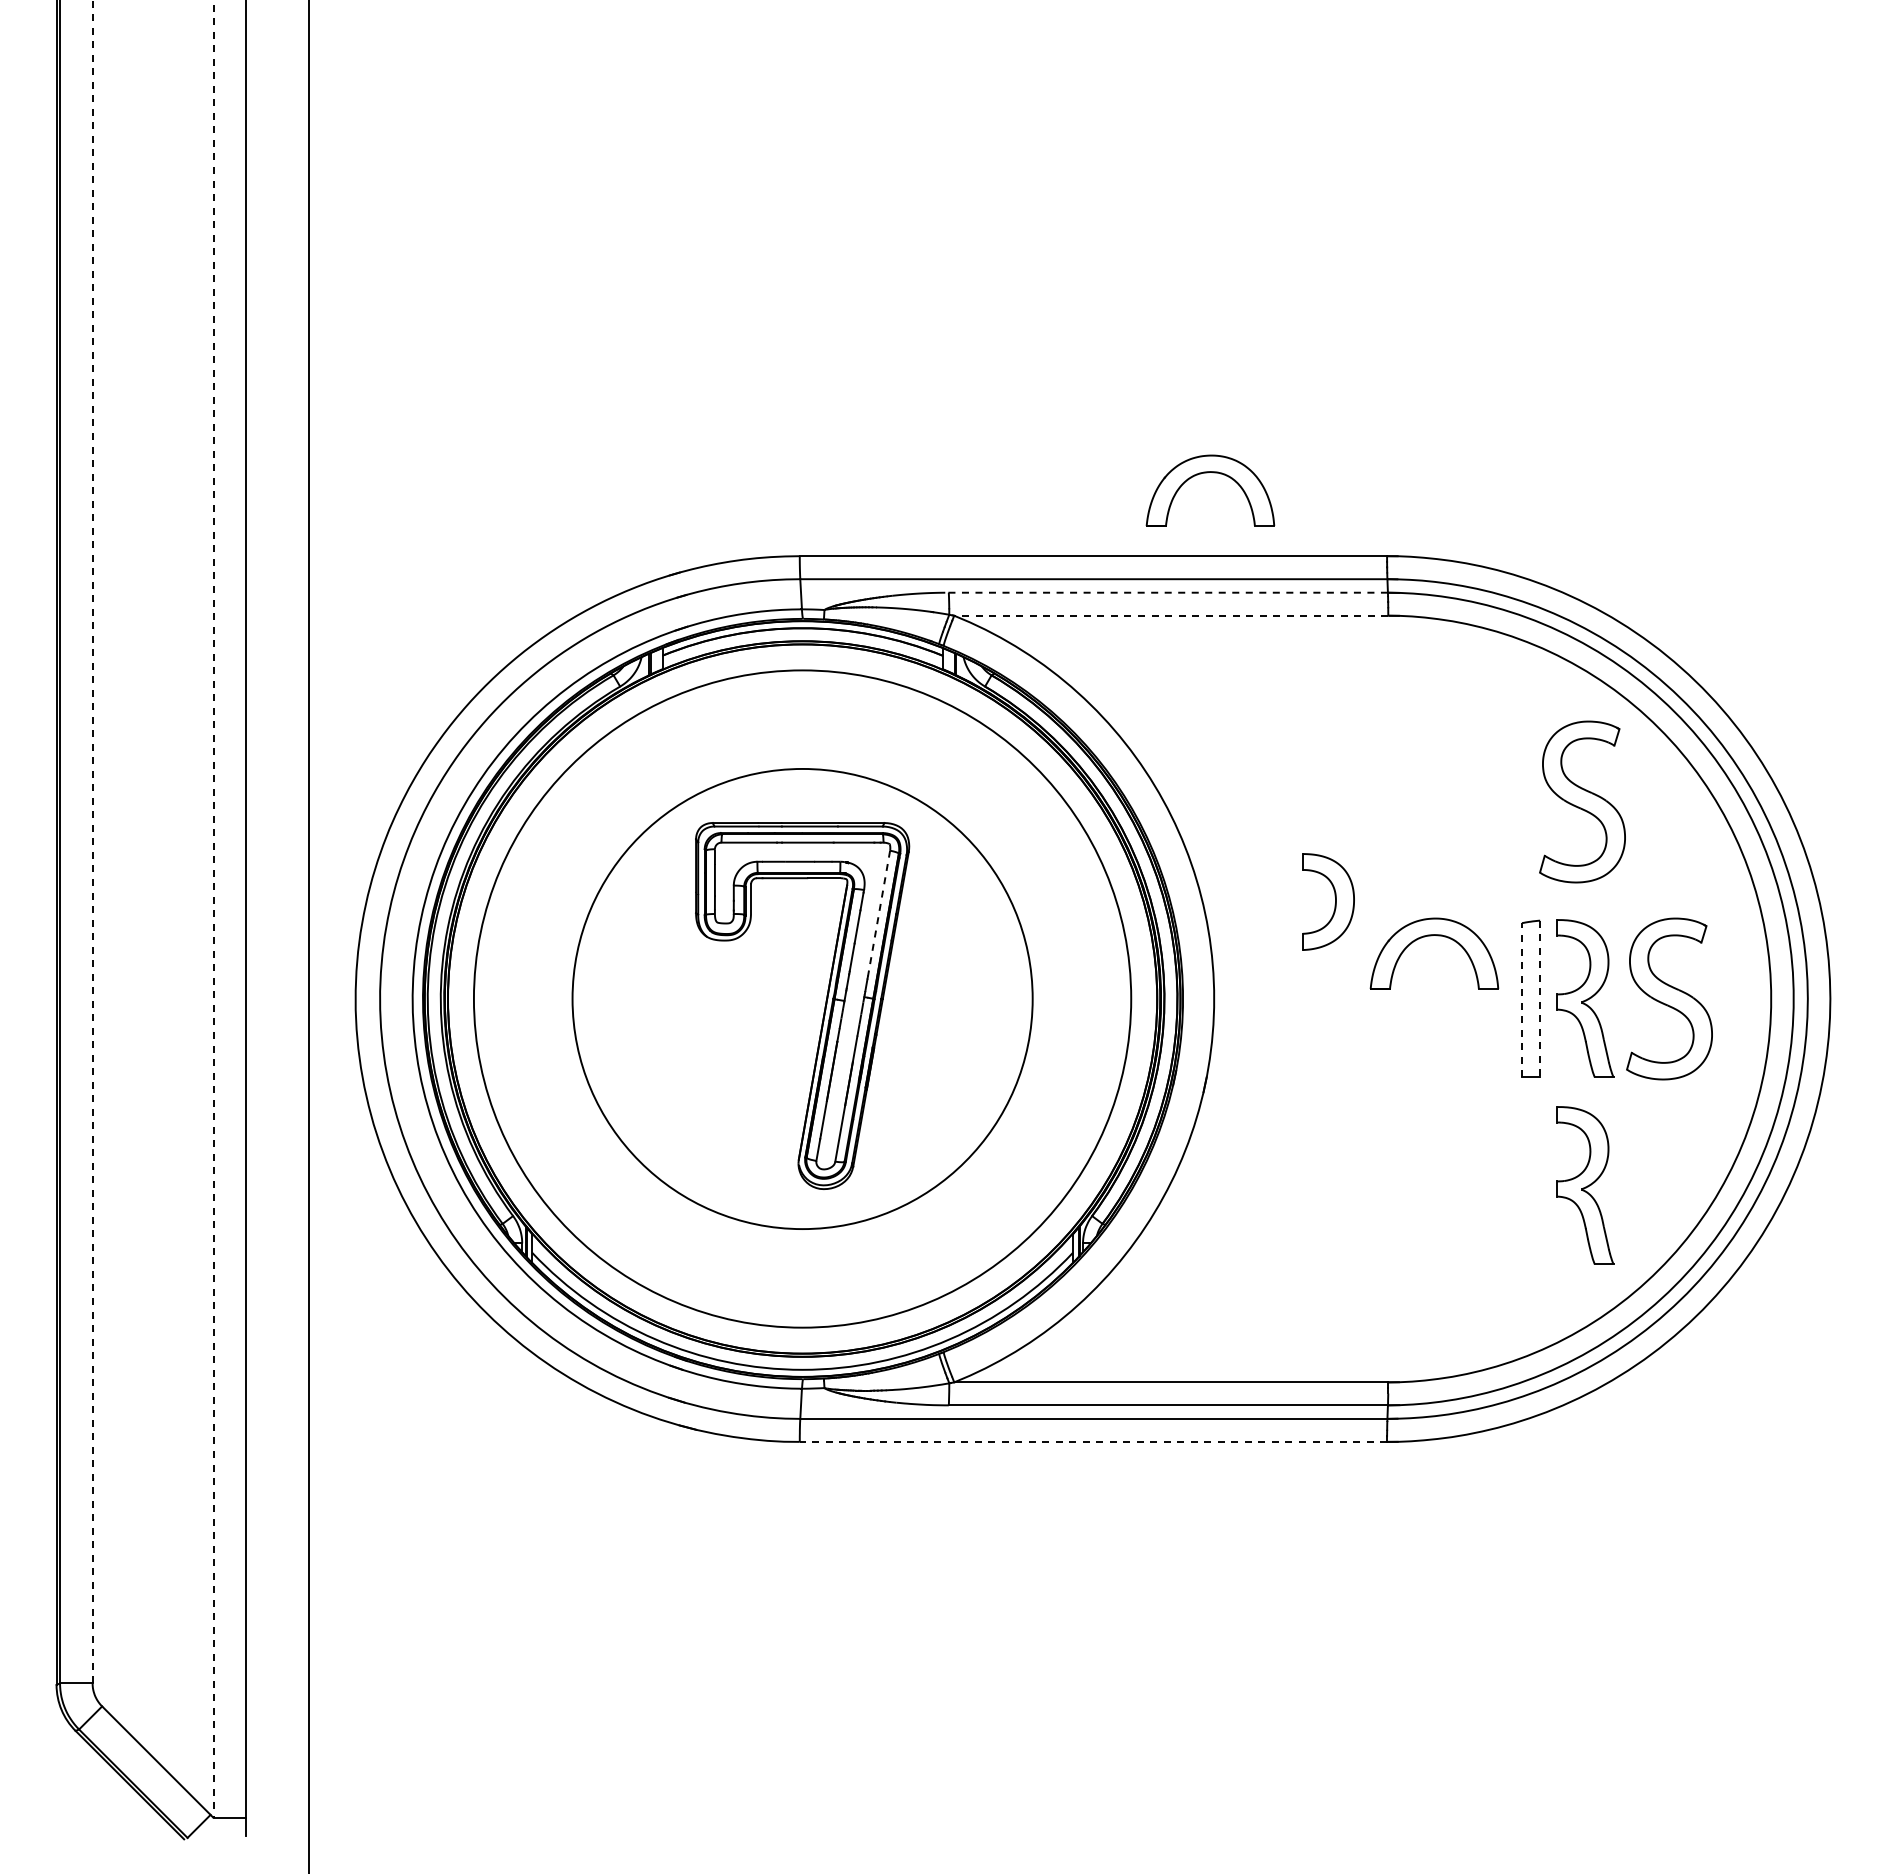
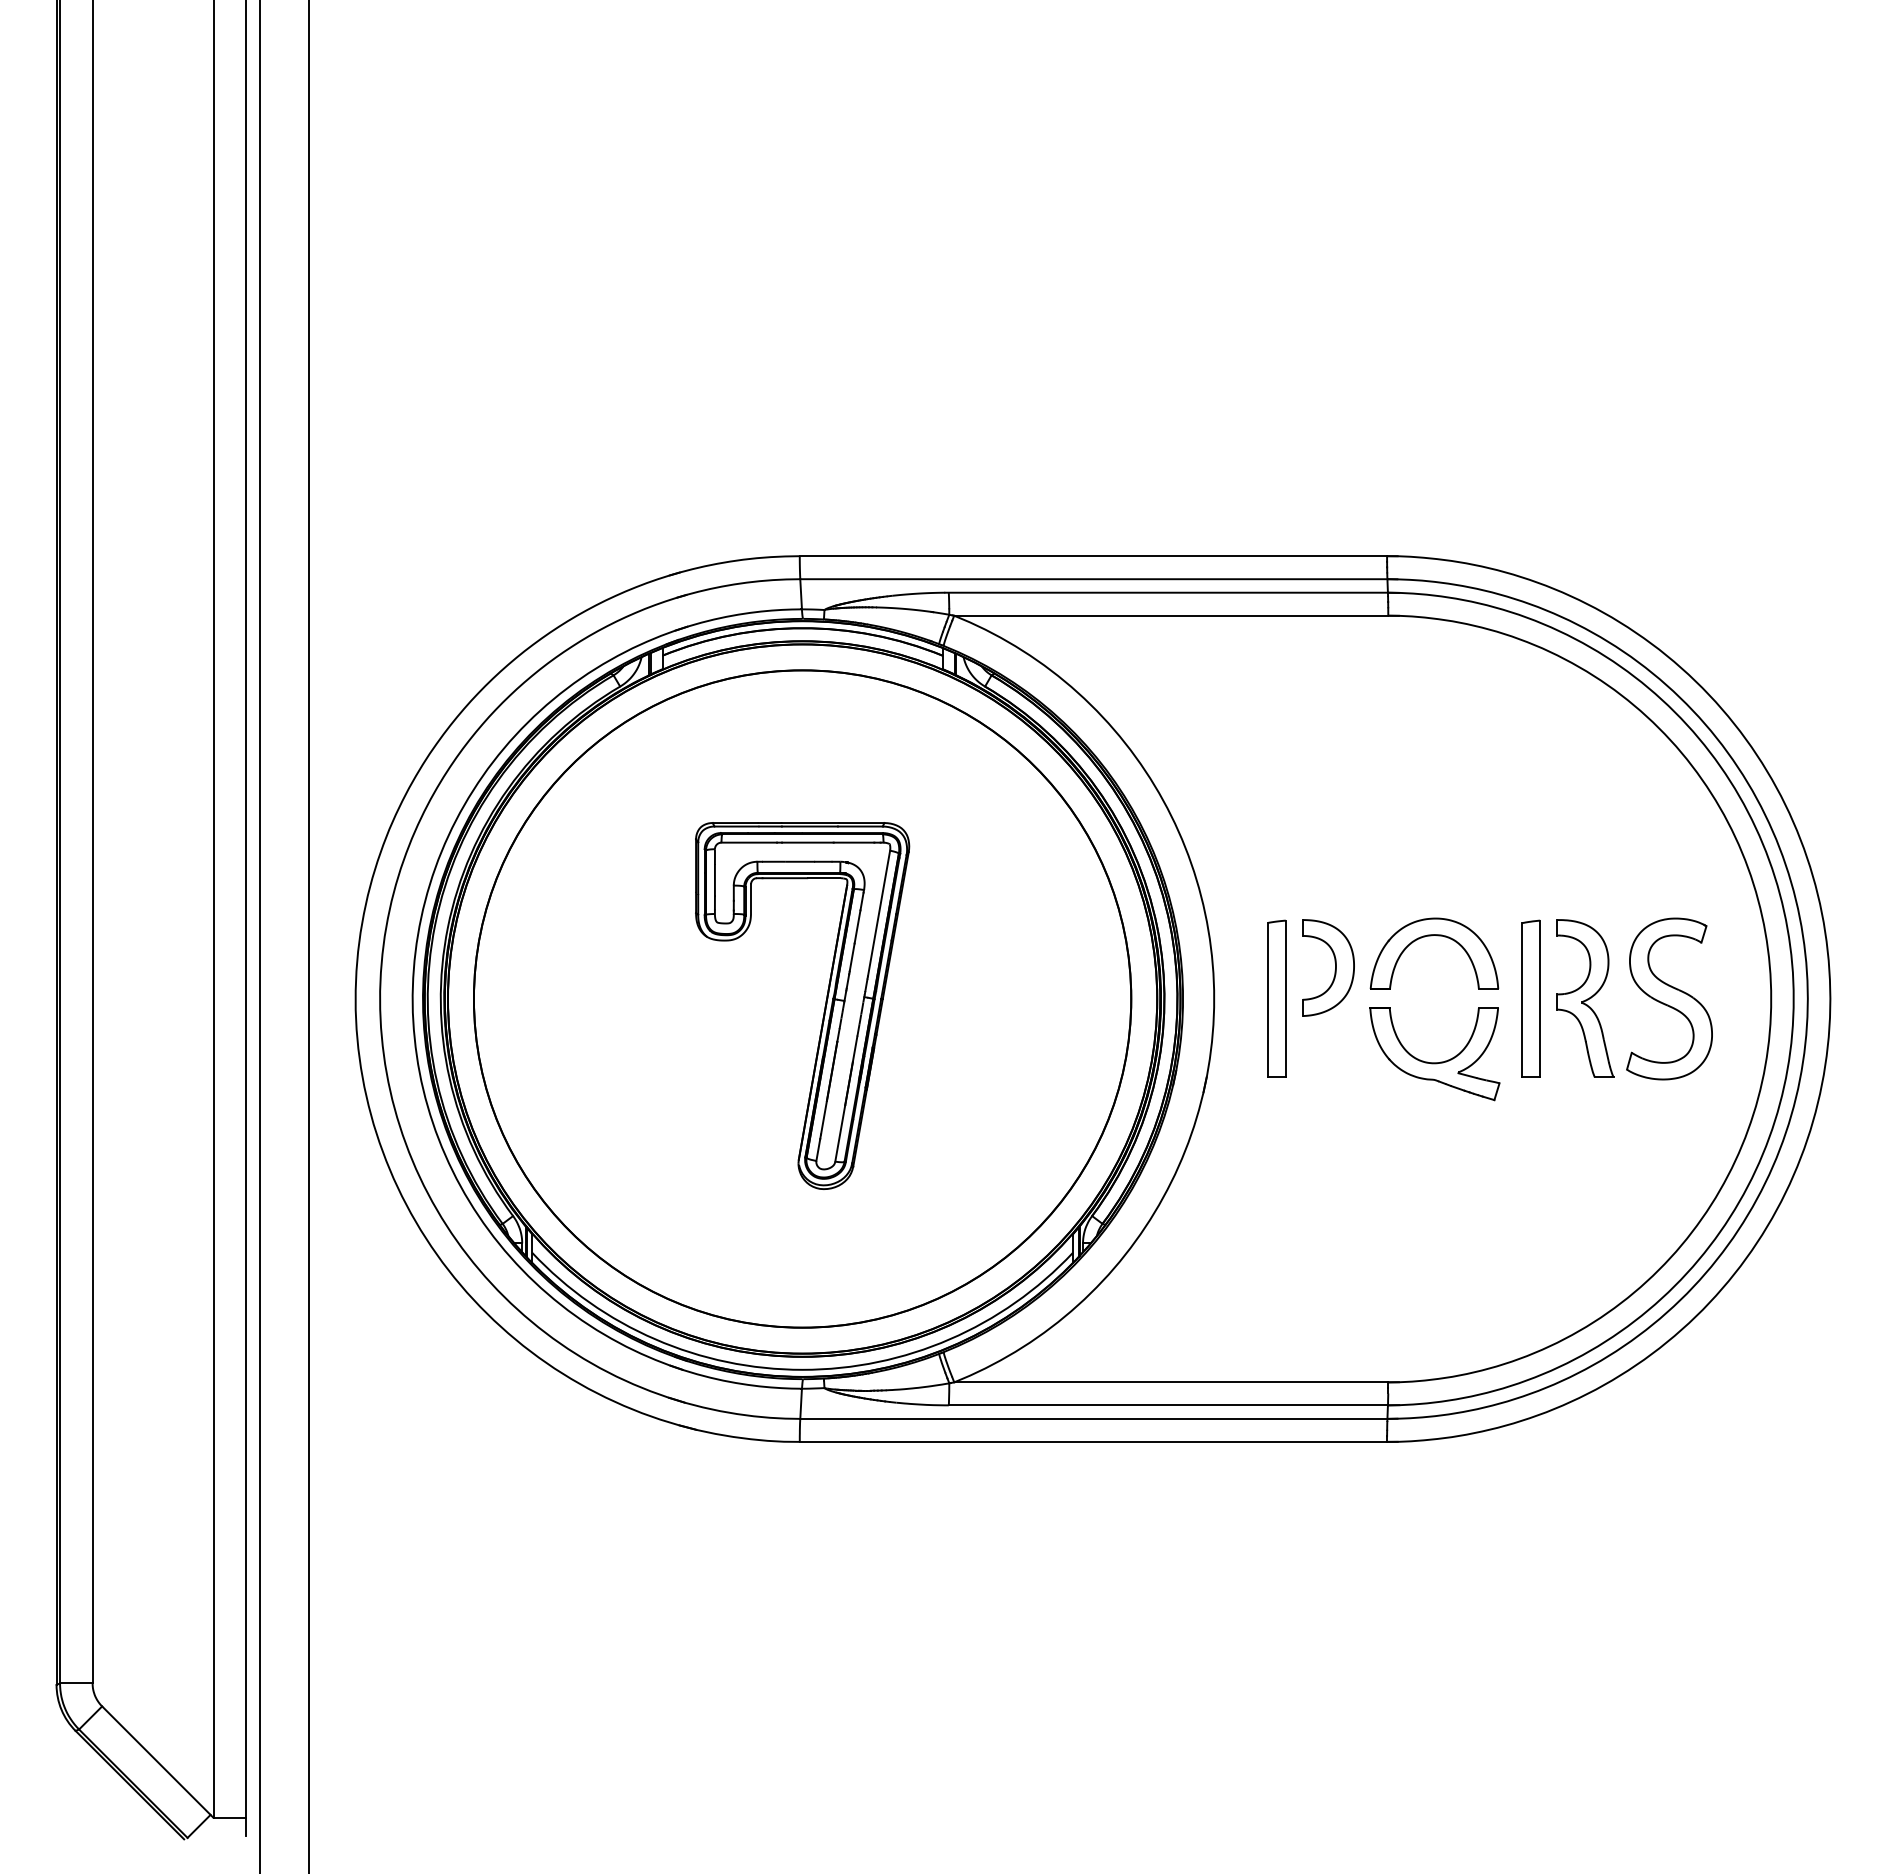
part at (1207, 473): present -> none
line at (1166, 592): dashed -> solid
line at (1170, 615): dashed -> solid
part at (1582, 801): present -> none
line at (92, 841): dashed -> solid
part at (1334, 904) position: (1334, 904) -> (1334, 970)
line at (213, 909): dashed -> solid
line at (879, 913): dashed -> solid
line at (260, 936): none -> present
circle at (802, 998) diameter: 460 px -> 657 px
part at (1276, 998): none -> present
line at (1540, 999): dashed -> solid
line at (1522, 1000): dashed -> solid
part at (1434, 1062): none -> present
part at (1585, 1185): present -> none
line at (1093, 1441): dashed -> solid
